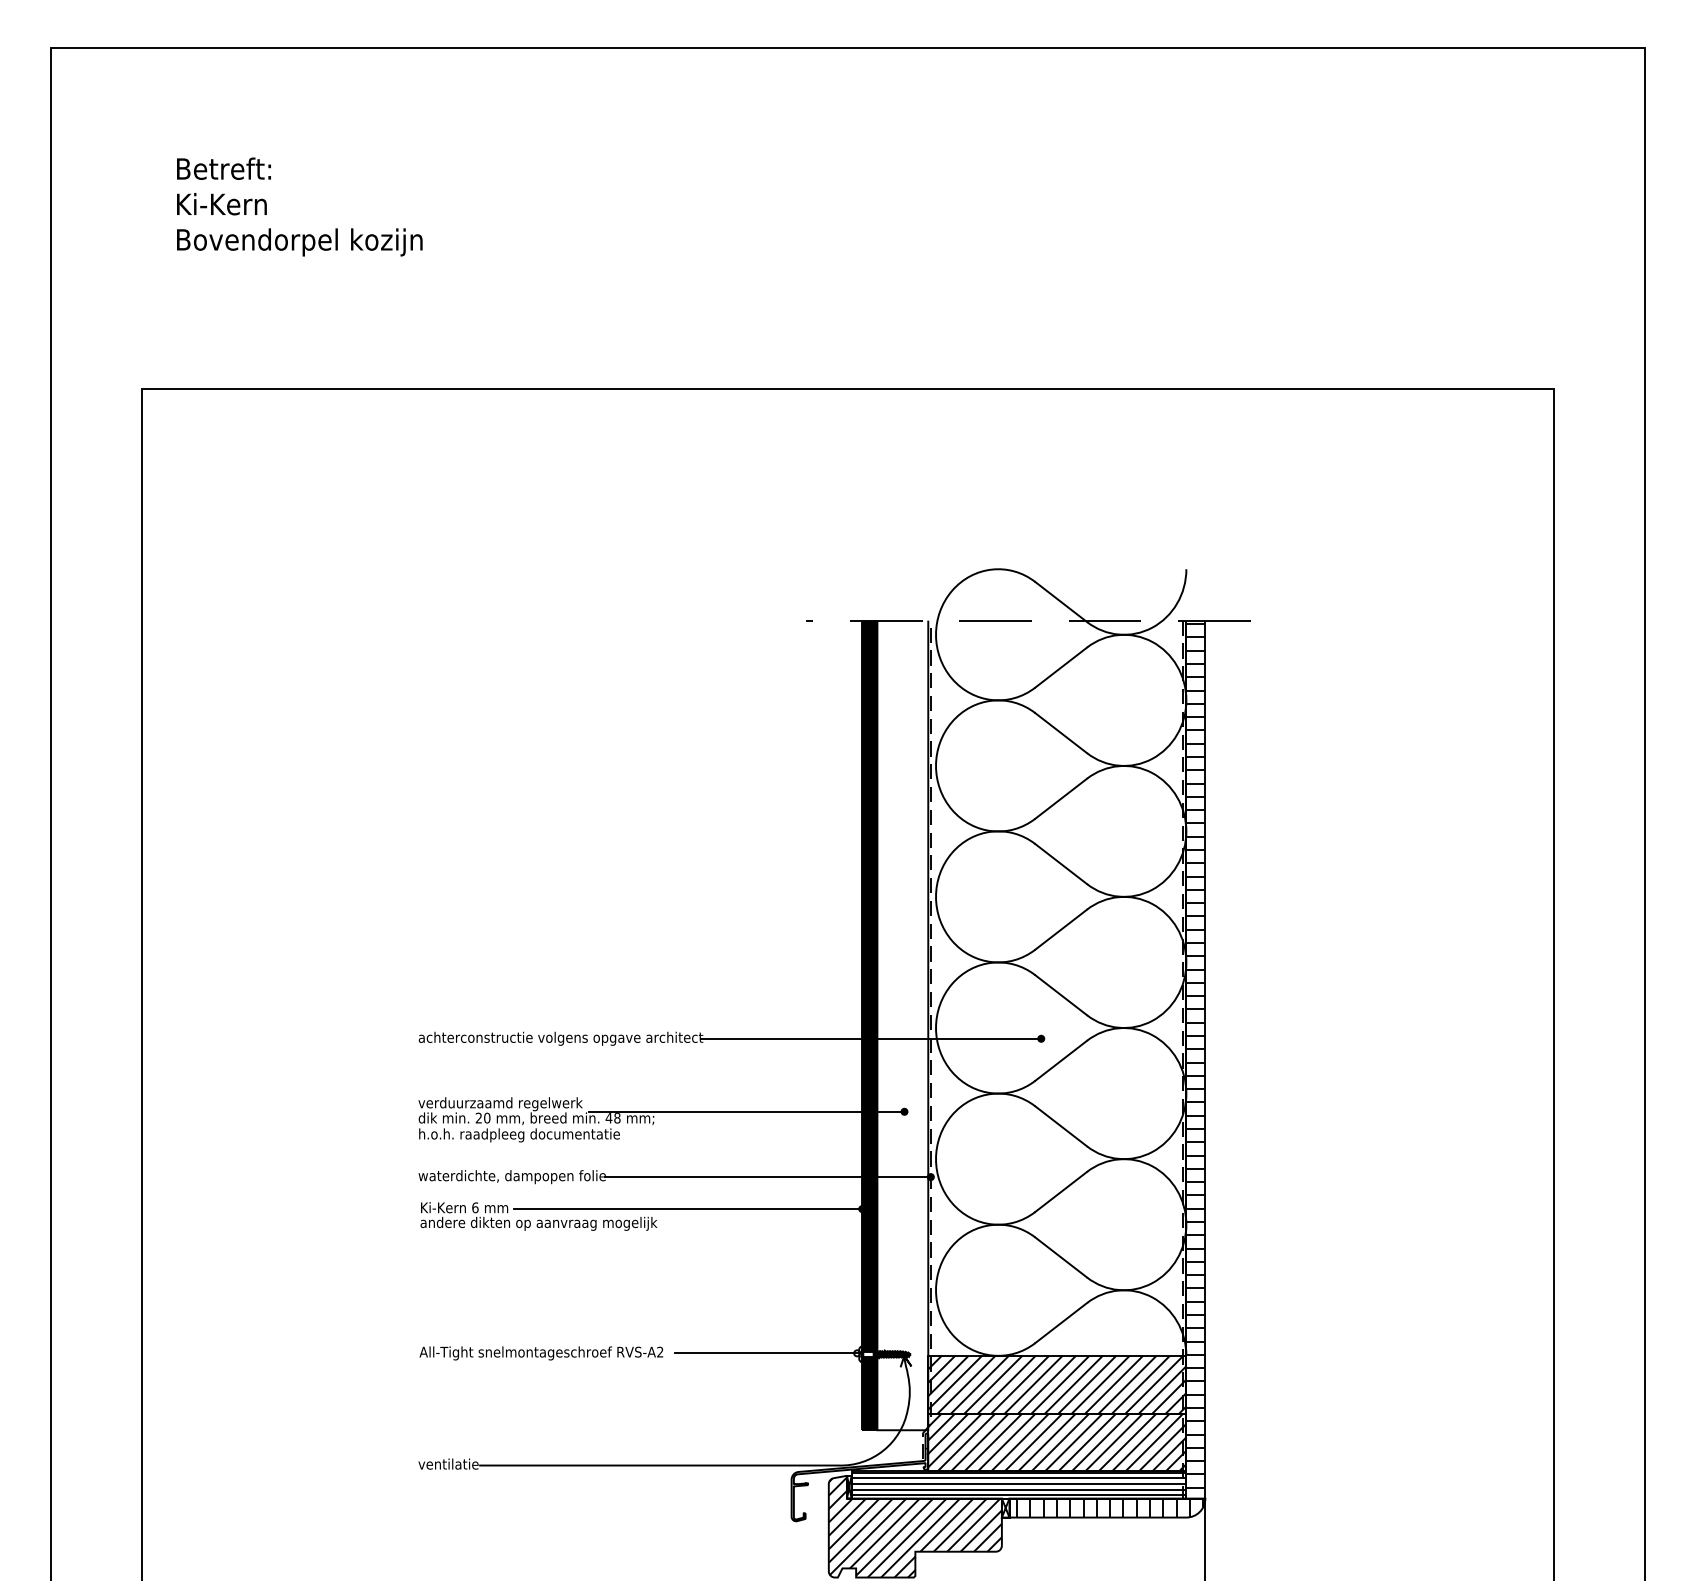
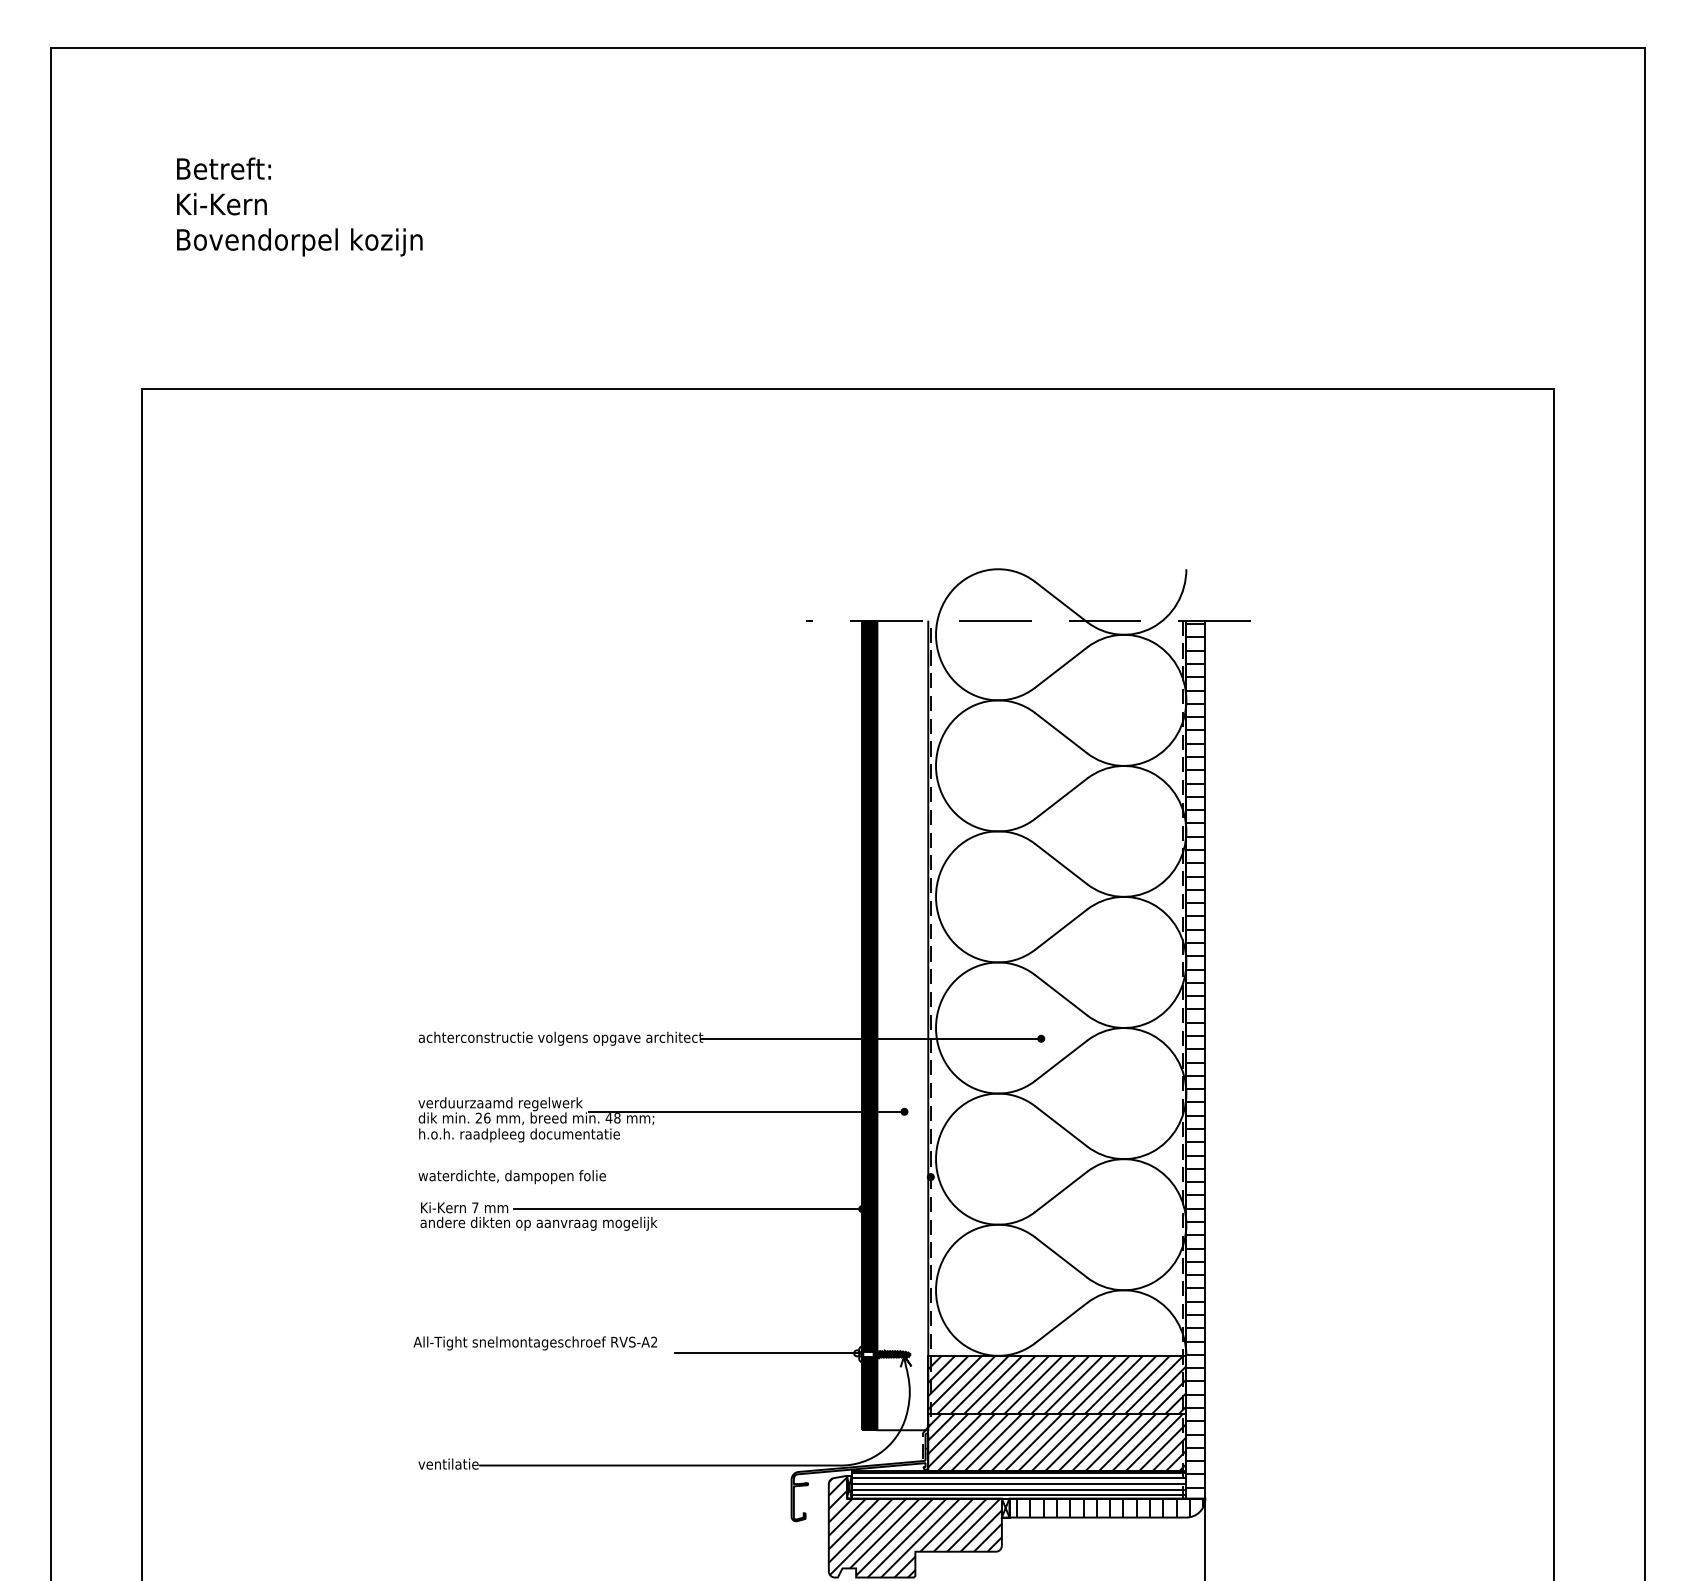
text at (487, 1117): 20 -> 26
line at (767, 1177): present -> none
text at (475, 1207): 6 -> 7
text at (541, 1353) position: (541, 1353) -> (535, 1343)
